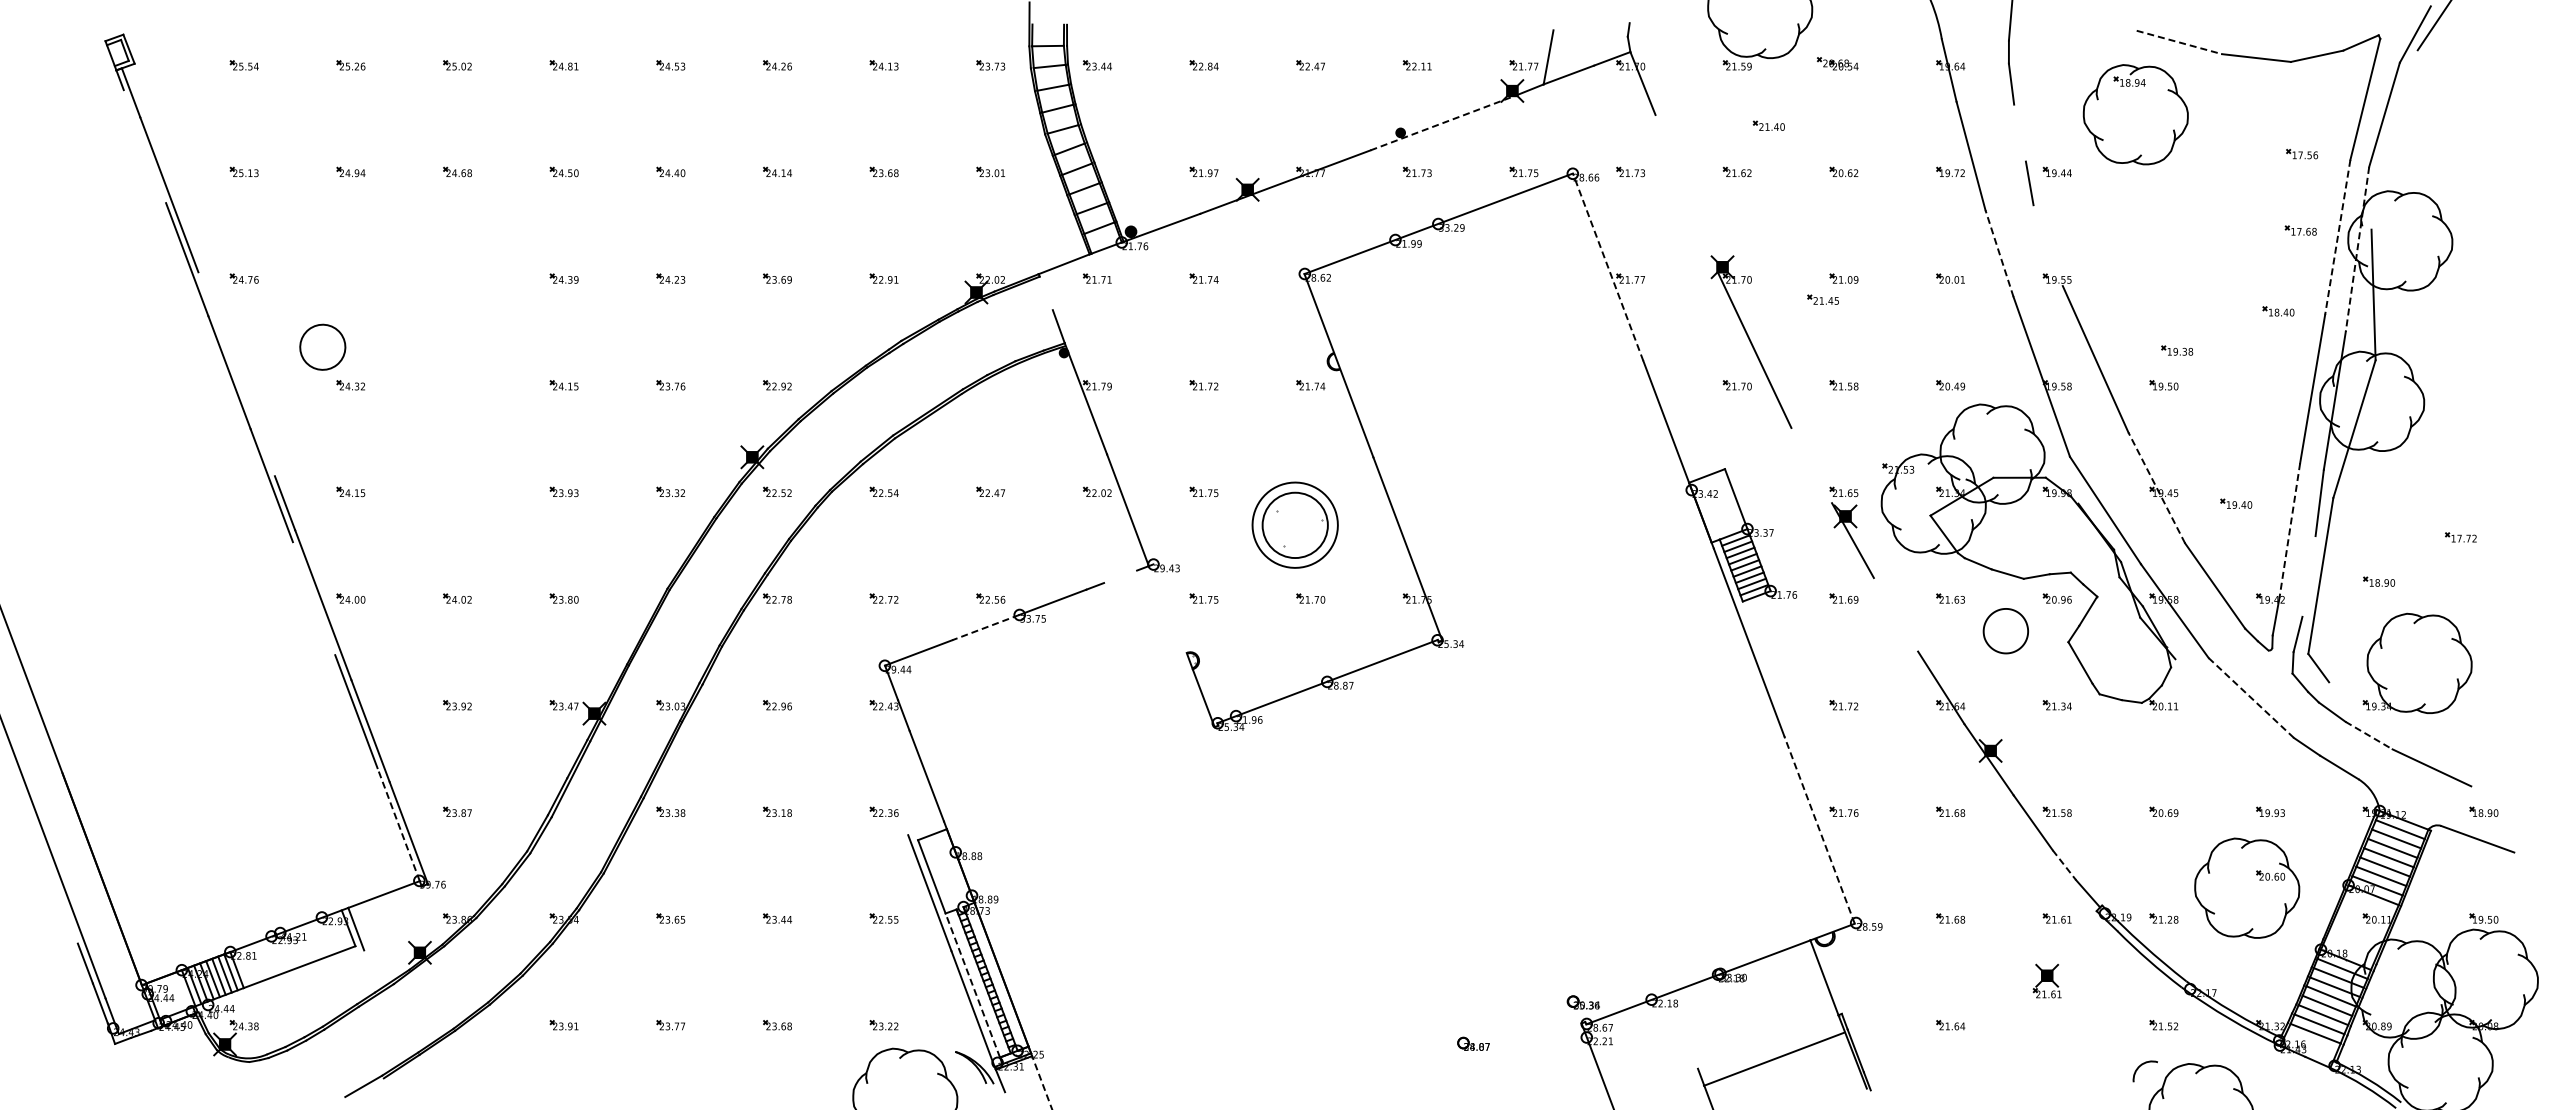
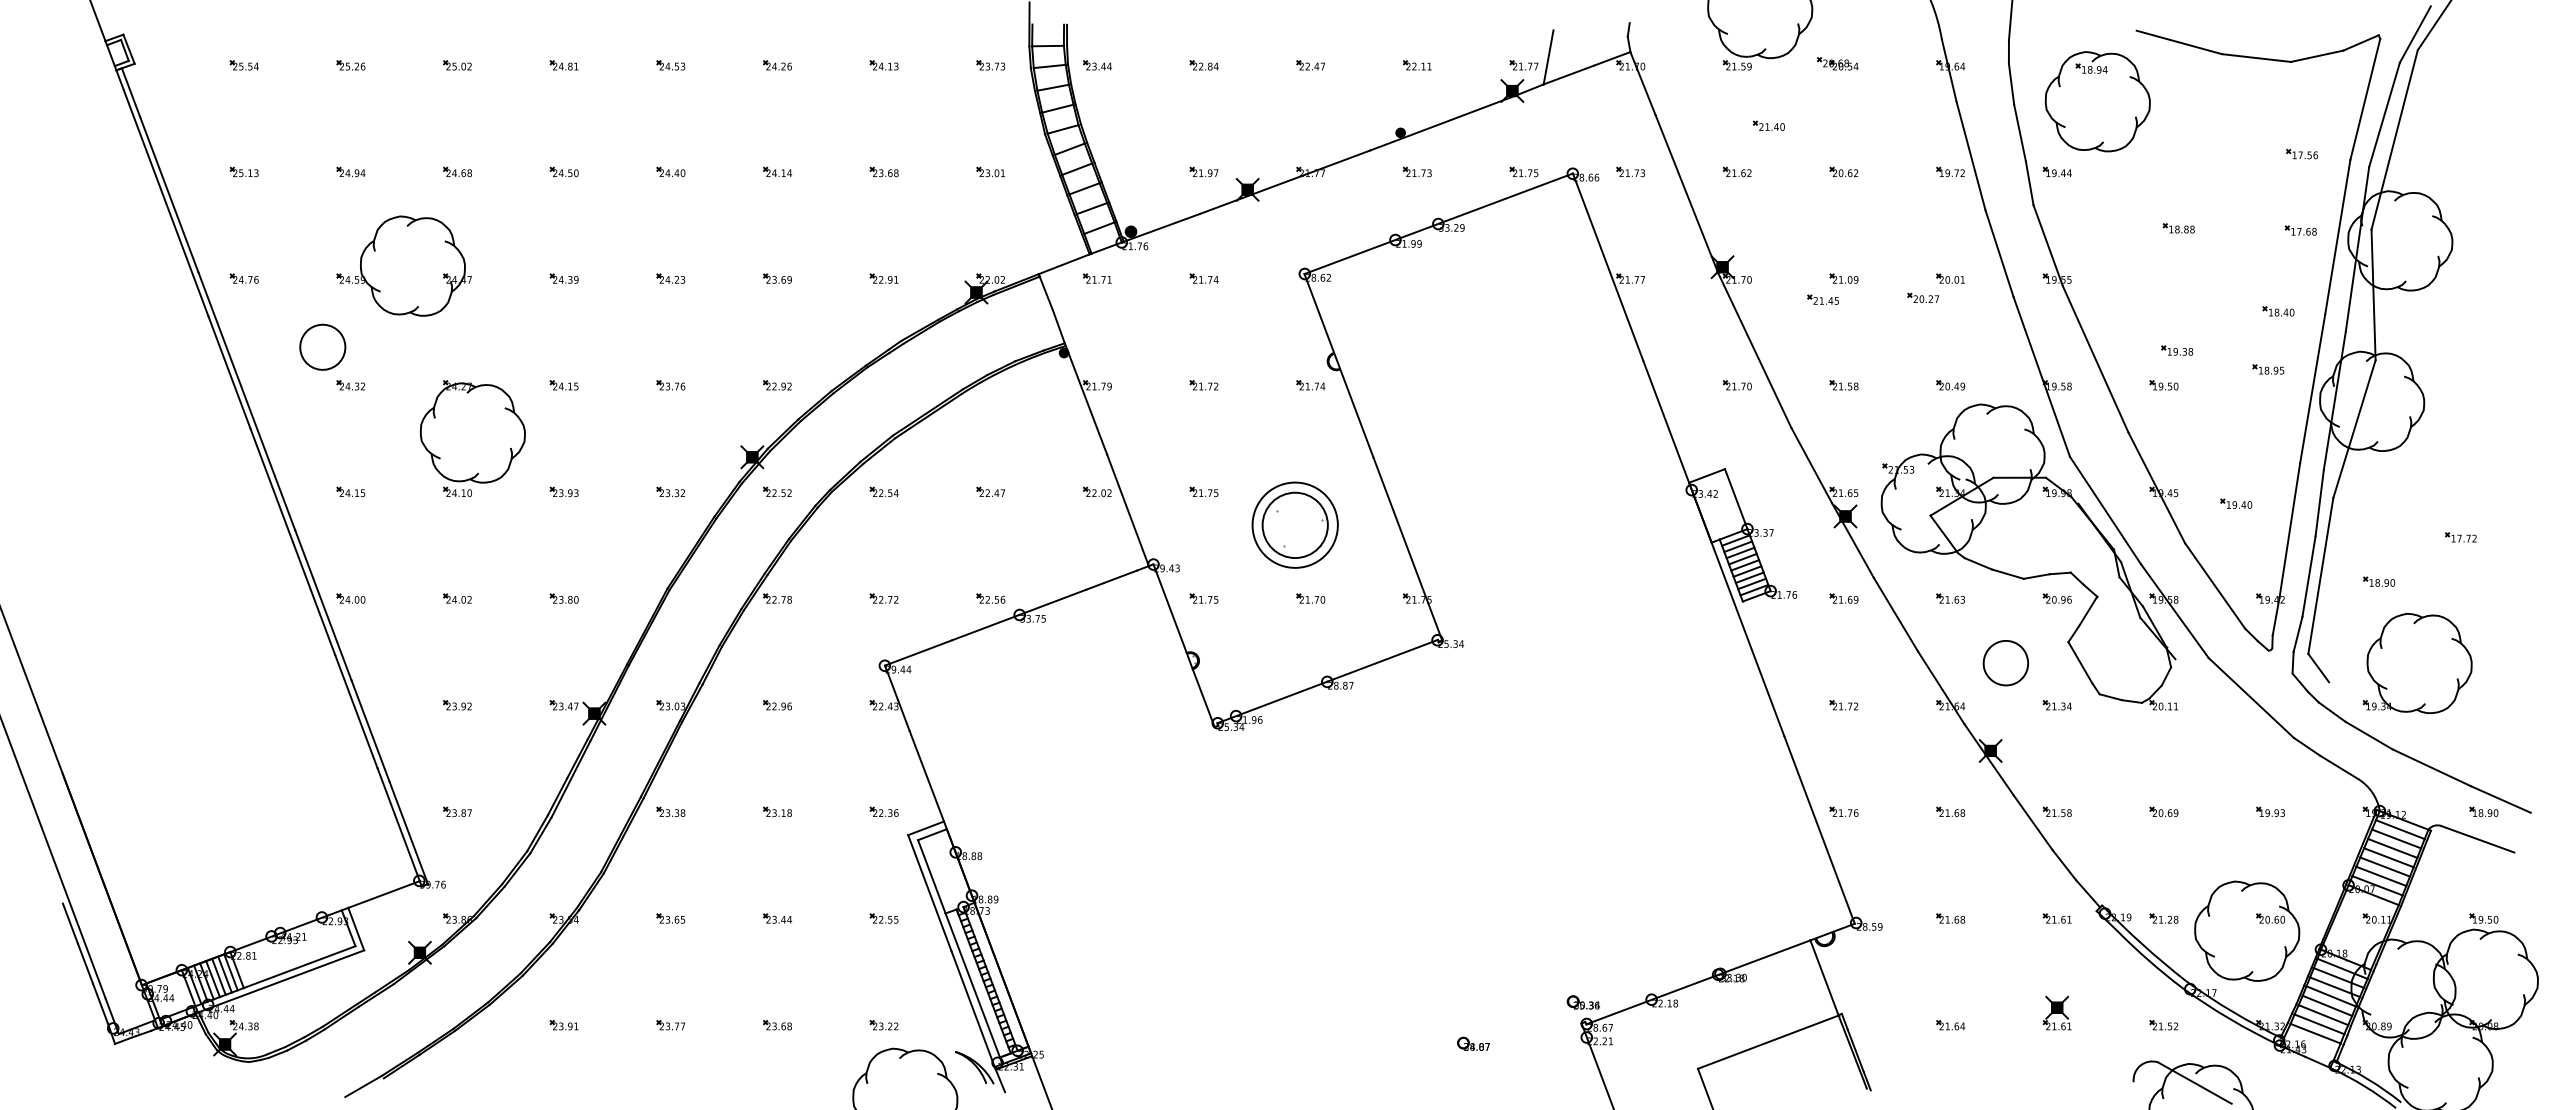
line at (98, 21): none -> present
line at (2179, 42): dashed -> solid
part at (2135, 114) position: (2135, 114) -> (2097, 101)
line at (1443, 122): dashed -> solid
line at (2019, 132): none -> present
line at (2394, 139): none -> present
line at (144, 146): none -> present
line at (1686, 193): none -> present
part at (2178, 228): none -> present
line at (2337, 237): dashed -> solid
line at (2047, 245): none -> present
line at (2357, 249): dashed -> solid
line at (1999, 253): dashed -> solid
part at (403, 265): none -> present
line at (1607, 266): dashed -> solid
line at (1045, 293): none -> present
part at (1922, 297): none -> present
part at (2268, 369): none -> present
line at (236, 374): none -> present
part at (472, 438): none -> present
line at (1811, 465): none -> present
line at (2156, 487): dashed -> solid
line at (2289, 530): dashed -> solid
line at (1120, 576): none -> present
line at (2308, 576): none -> present
line at (313, 598): none -> present
line at (1169, 608): none -> present
line at (1895, 614): none -> present
line at (985, 627): dashed -> solid
part at (2005, 631) position: (2005, 631) -> (2005, 663)
line at (2250, 697): dashed -> solid
line at (2369, 735): dashed -> solid
line at (2500, 799): none -> present
line at (398, 824): dashed -> solid
line at (926, 828): none -> present
line at (1819, 829): dashed -> solid
line at (2064, 865): dashed -> solid
part at (2247, 887) position: (2247, 887) -> (2247, 930)
line at (69, 923): none -> present
part at (2046, 980) position: (2046, 980) -> (2056, 1012)
line at (279, 981): none -> present
line at (972, 985): dashed -> solid
line at (1773, 1058) position: (1773, 1058) -> (1767, 1041)
line at (1041, 1081): dashed -> solid
line at (2194, 1082): none -> present
